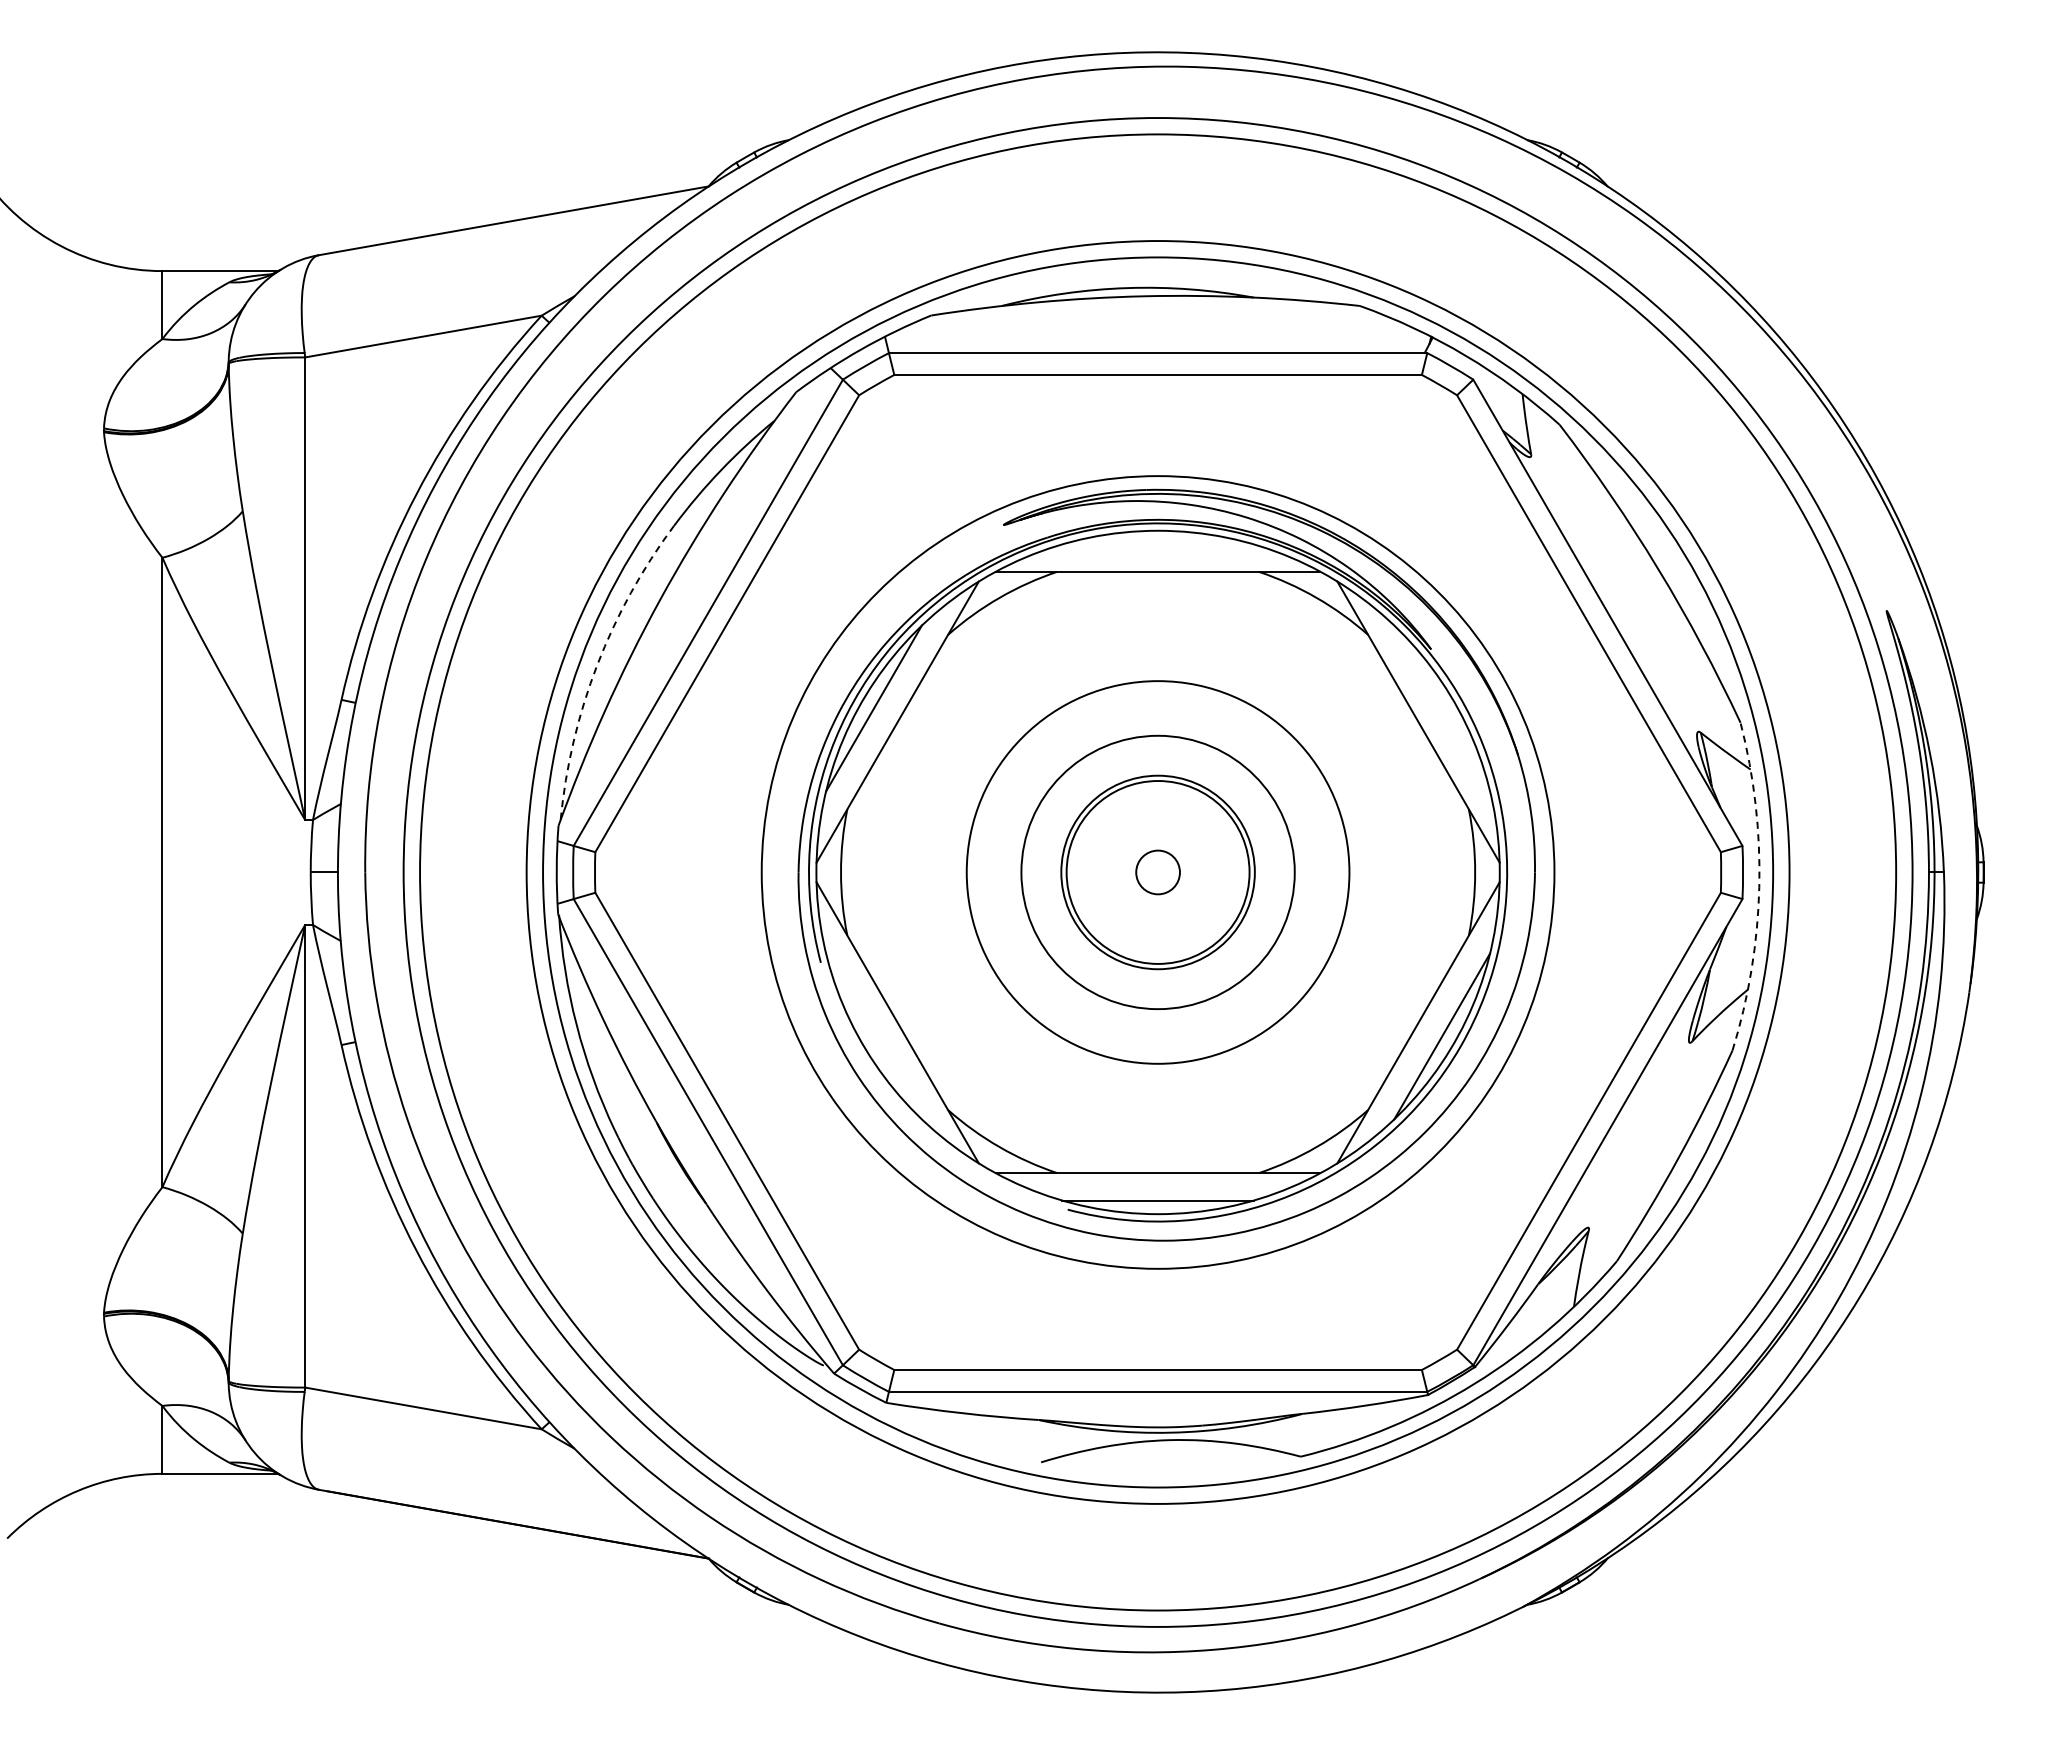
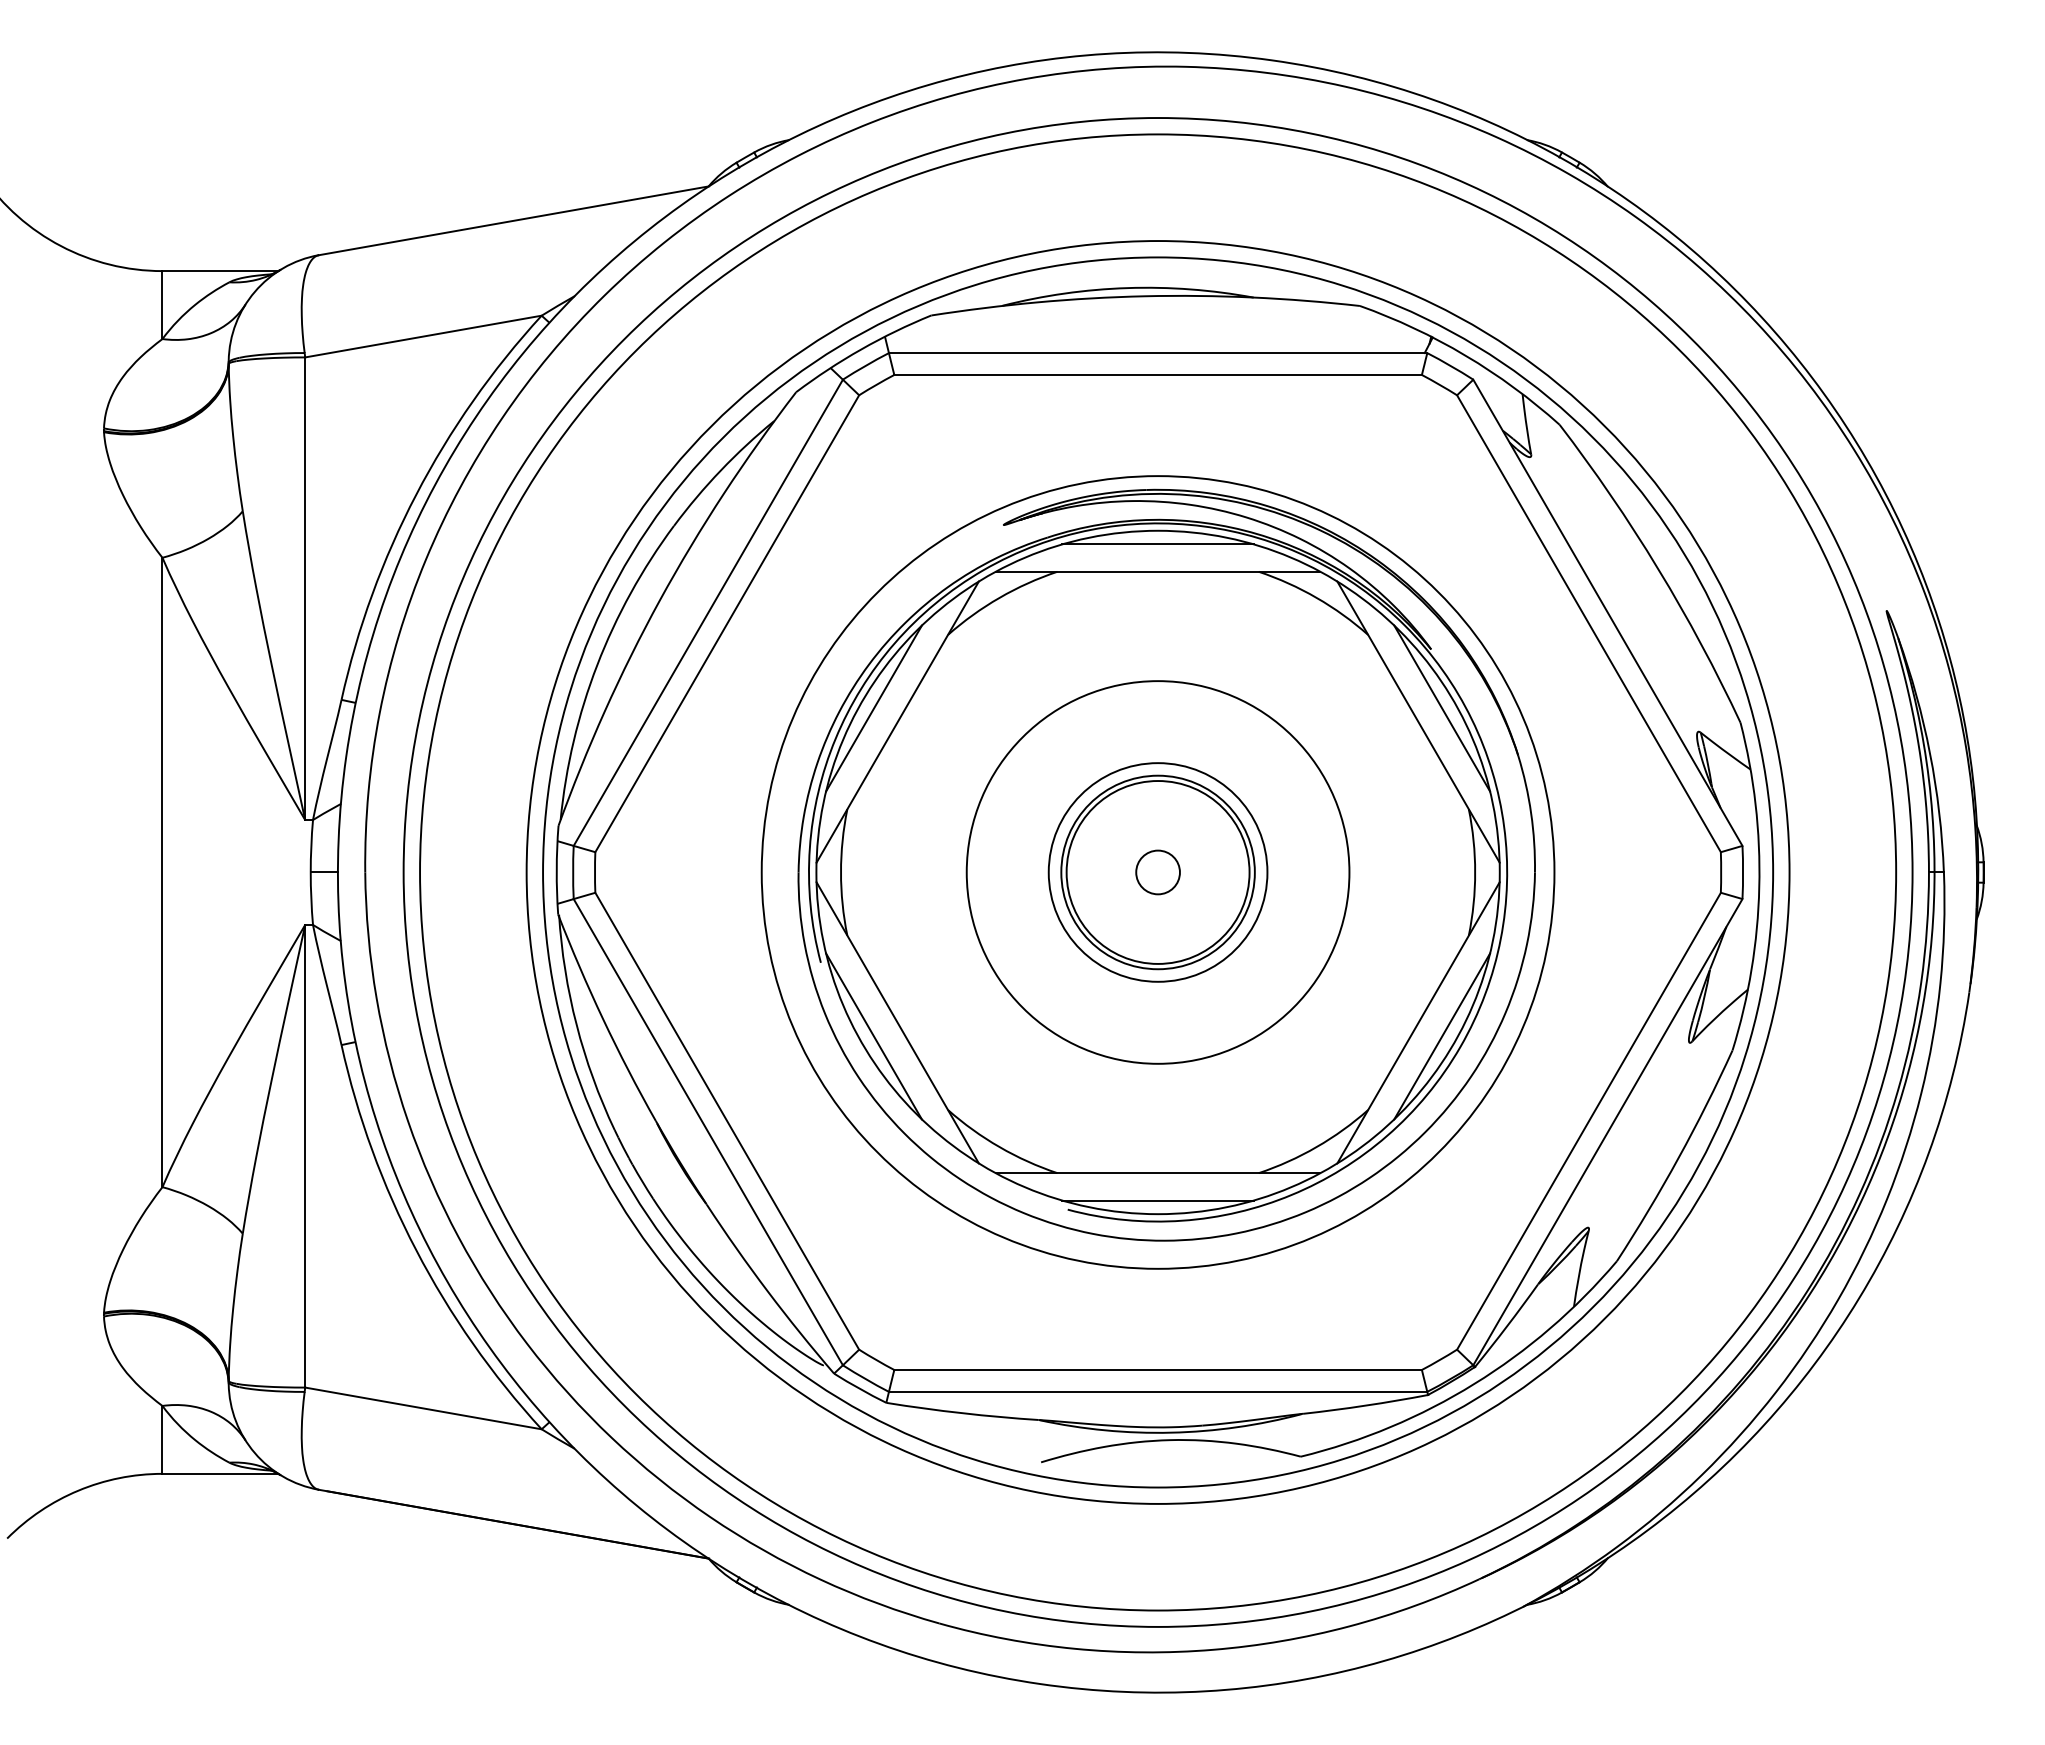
line at (1157, 544): none -> present
arc at (597, 665): dashed -> solid
line at (1442, 708): none -> present
circle at (1157, 872) diameter: 273 px -> 219 px
arc at (1759, 887): dashed -> solid
line at (873, 1036): none -> present
